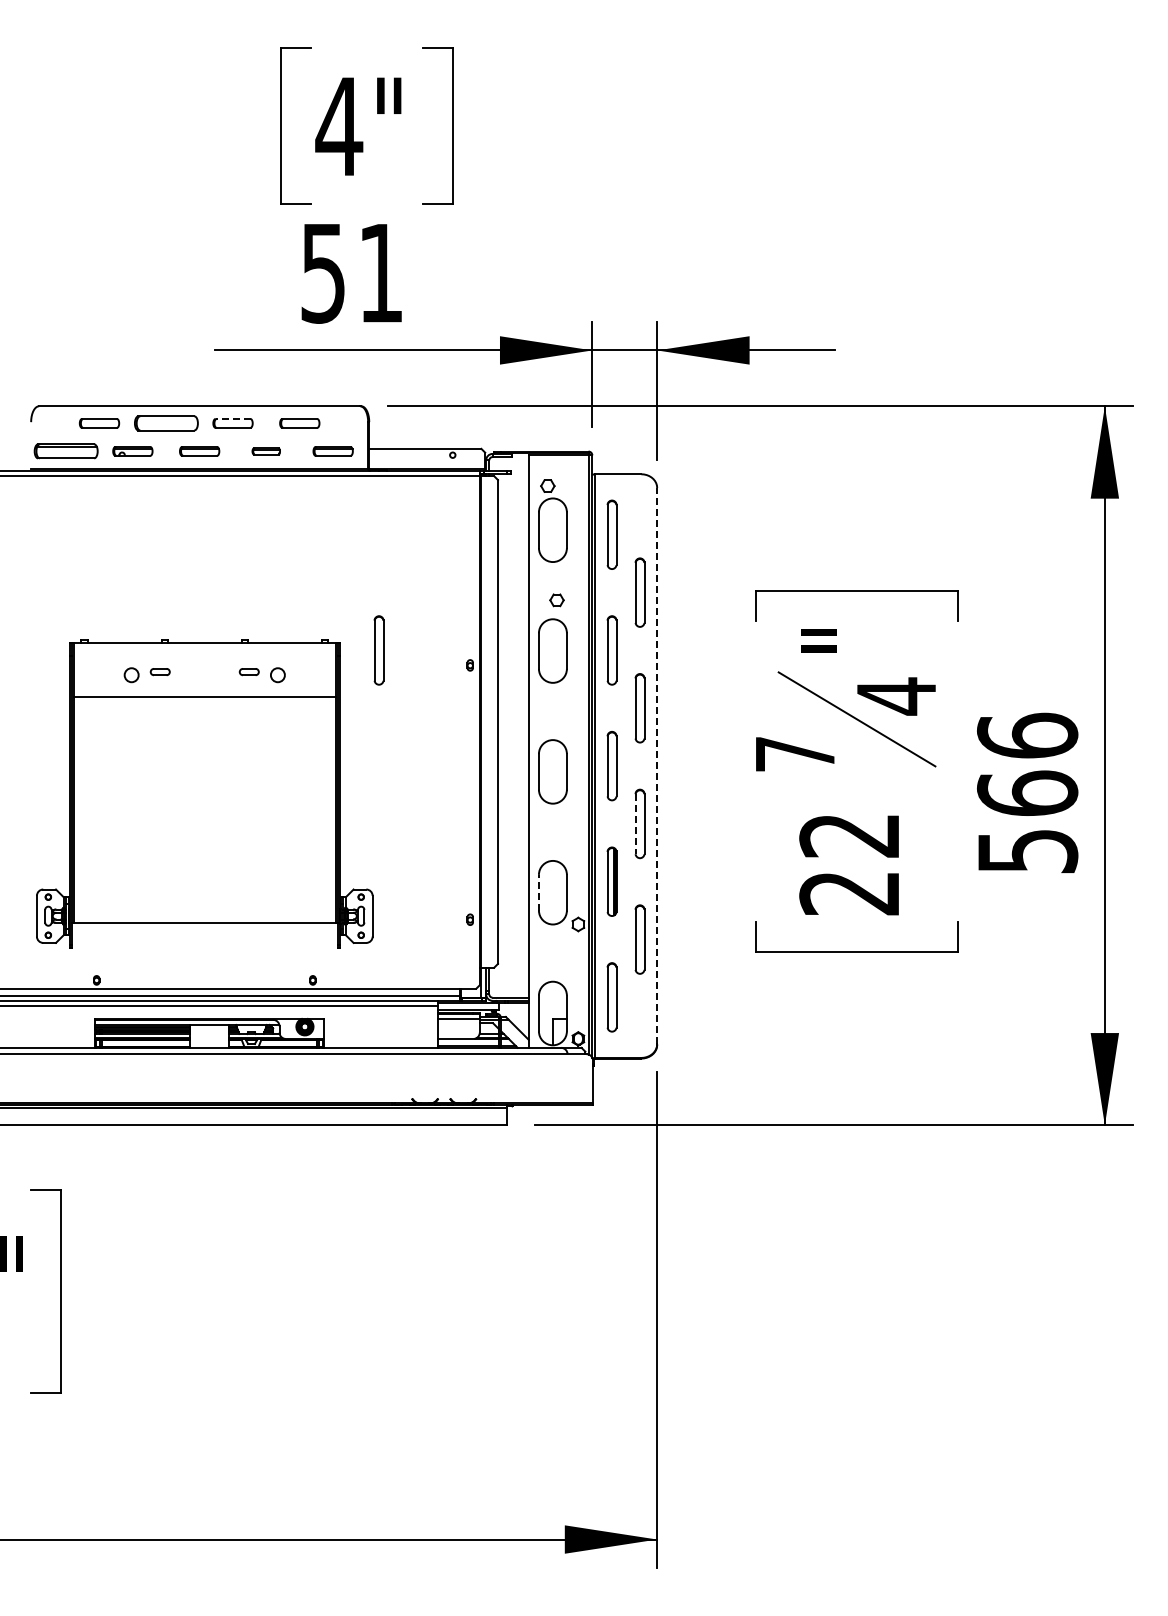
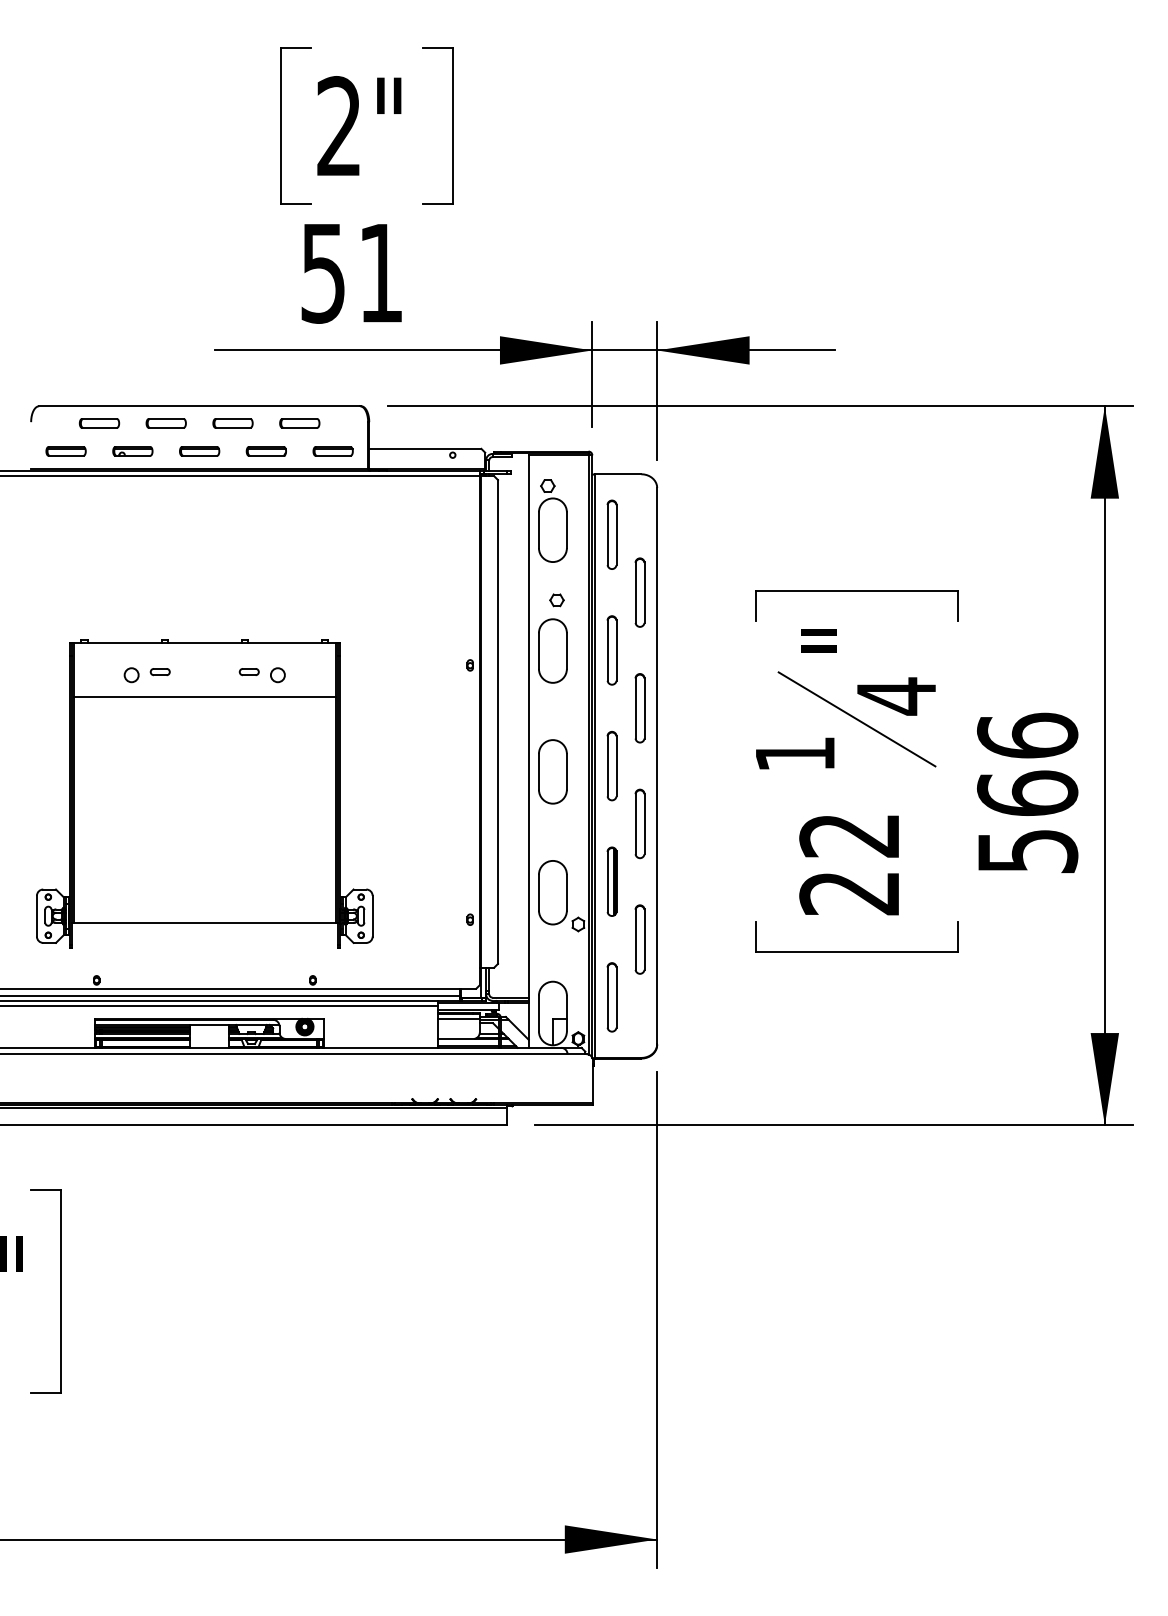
text at (339, 125): 4" -> 2"
line at (232, 418): dashed -> solid
part at (166, 423) size: 65x17 px -> 42x11 px
part at (65, 451) size: 66x17 px -> 42x11 px
part at (265, 451) size: 30x9 px -> 42x11 px
part at (378, 650): present -> none
text at (795, 754): 7 -> 1
line at (657, 765): dashed -> solid
line at (635, 824): dashed -> solid
line at (538, 892): dashed -> solid
